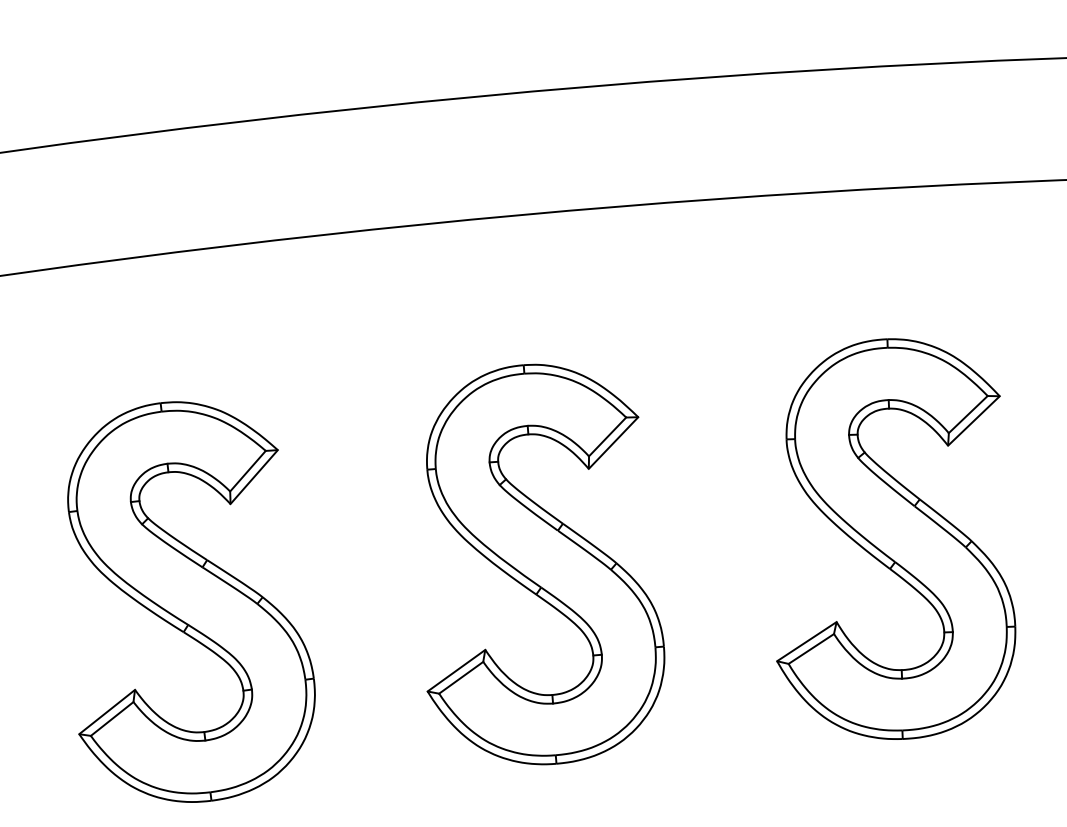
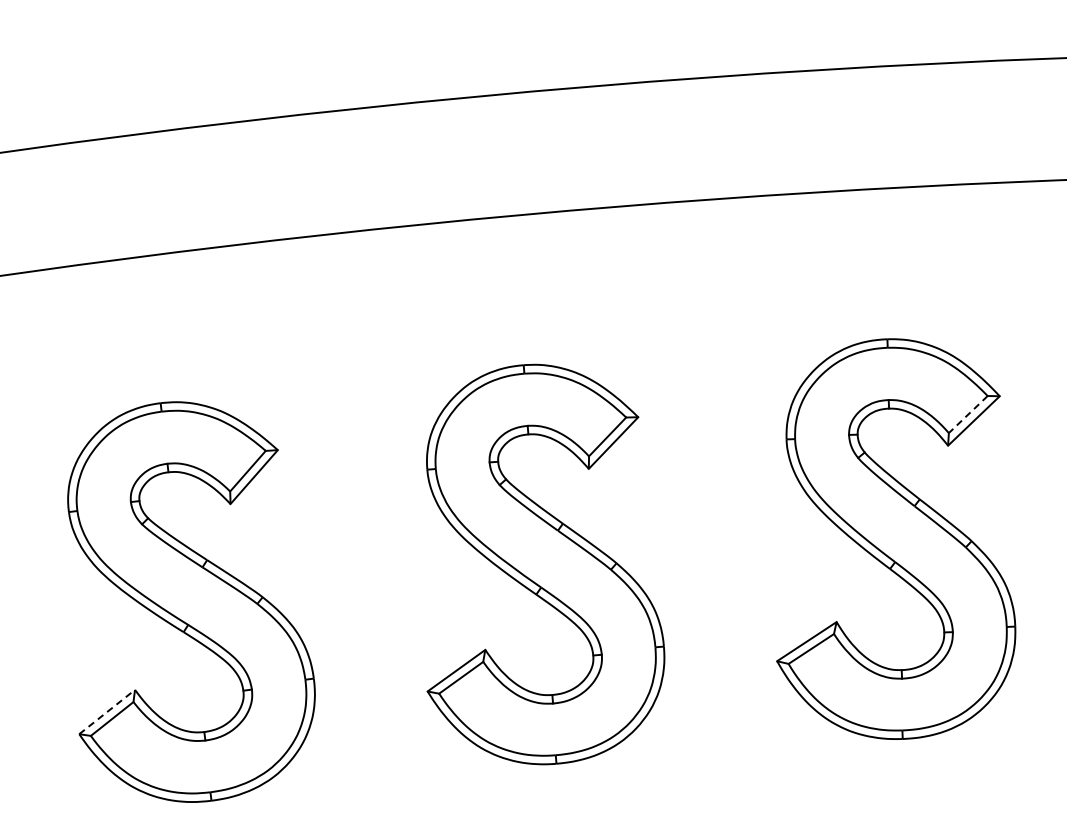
line at (968, 414): solid -> dashed
line at (107, 712): solid -> dashed
